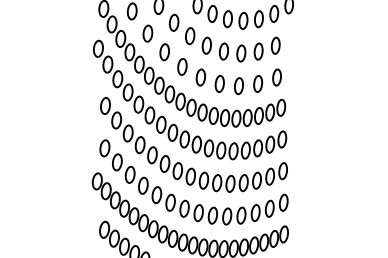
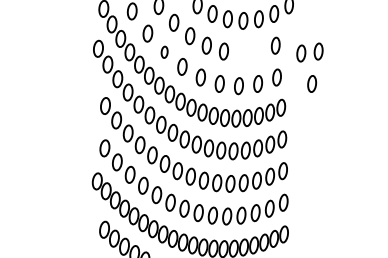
part at (164, 52) size: 11x19 px -> 9x14 px
part at (249, 52) position: (249, 52) -> (309, 52)
part at (312, 83): none -> present
